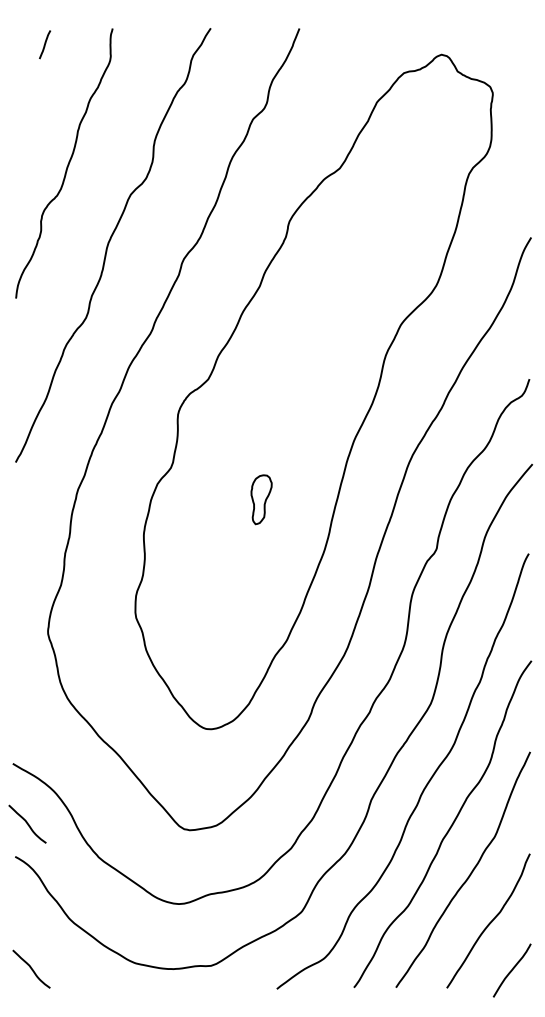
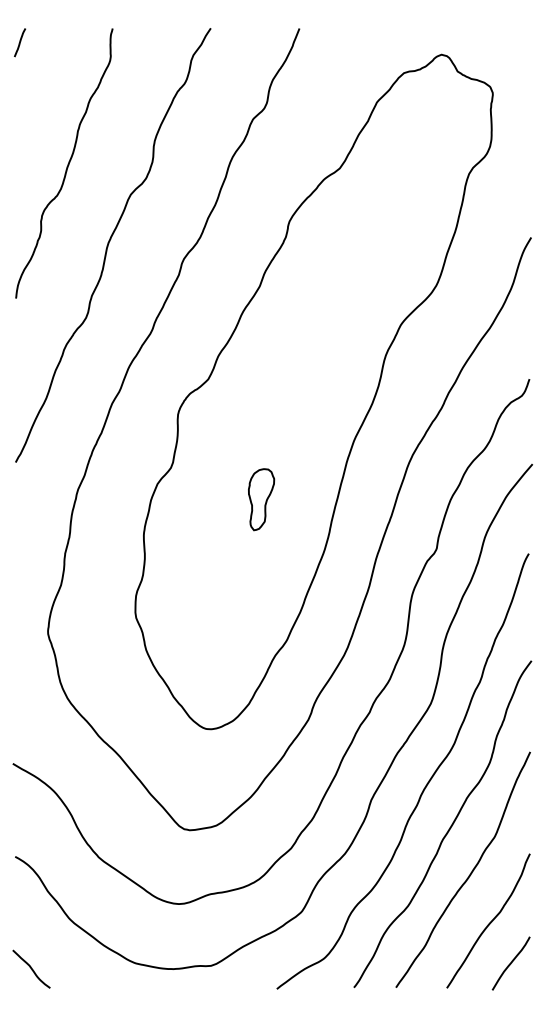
line at (45, 44) position: (45, 44) -> (20, 42)
part at (261, 499) size: 23x52 px -> 28x64 px
curve at (27, 823): present -> none
curve at (511, 970) position: (511, 970) -> (510, 963)
